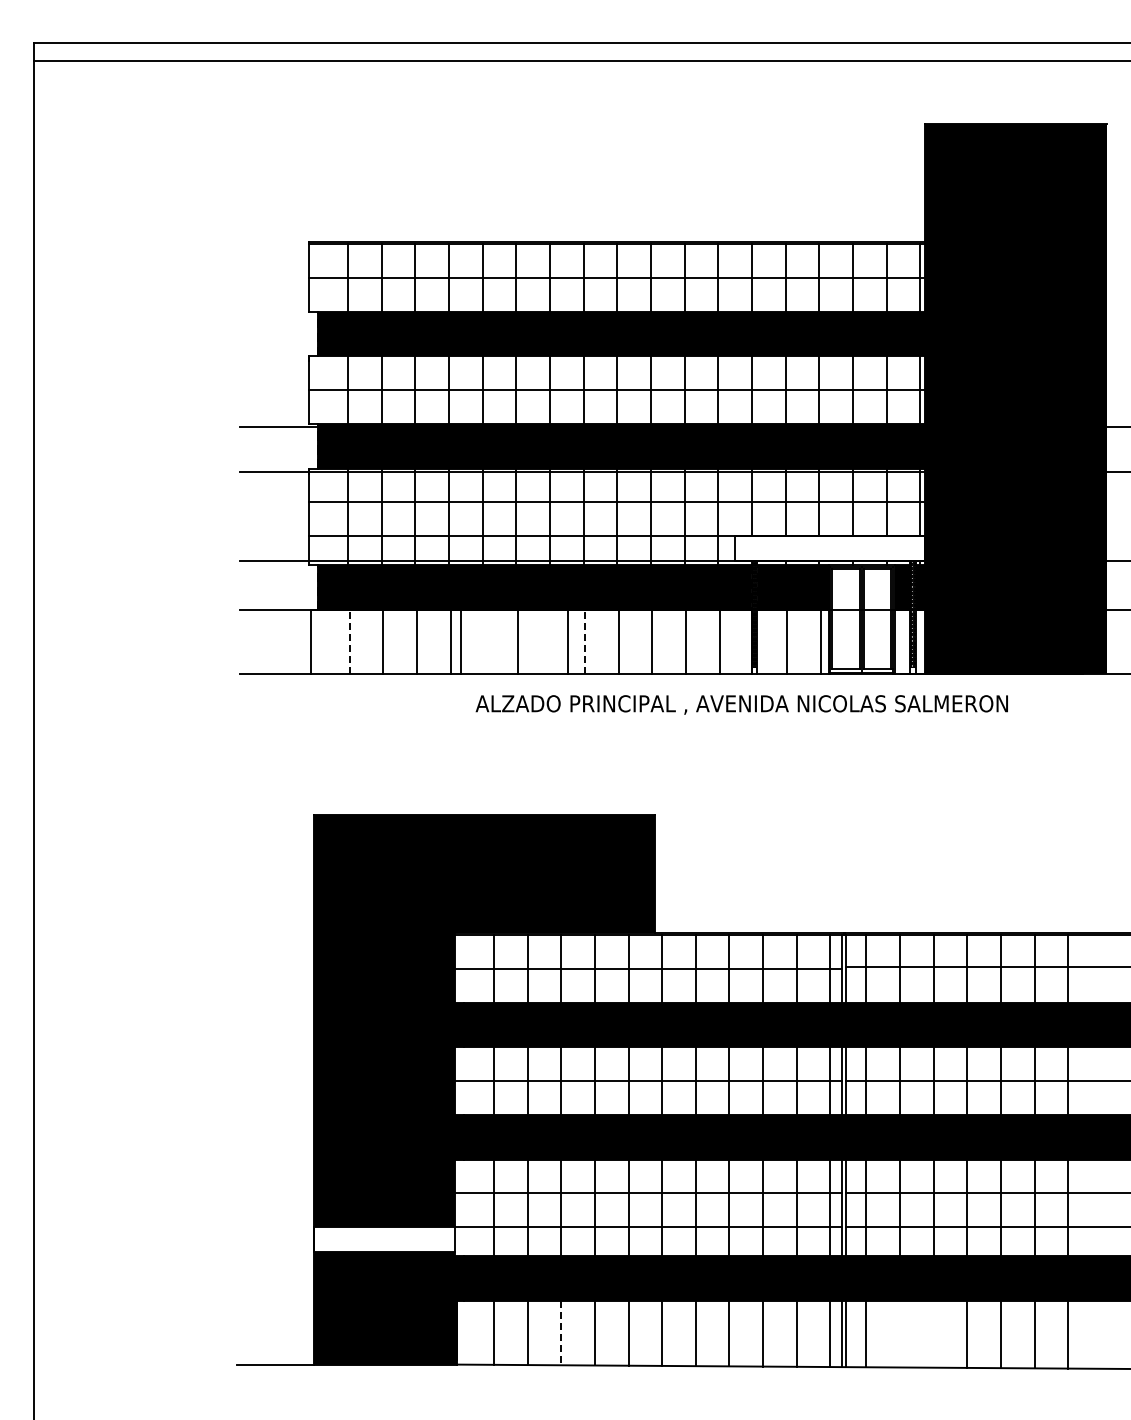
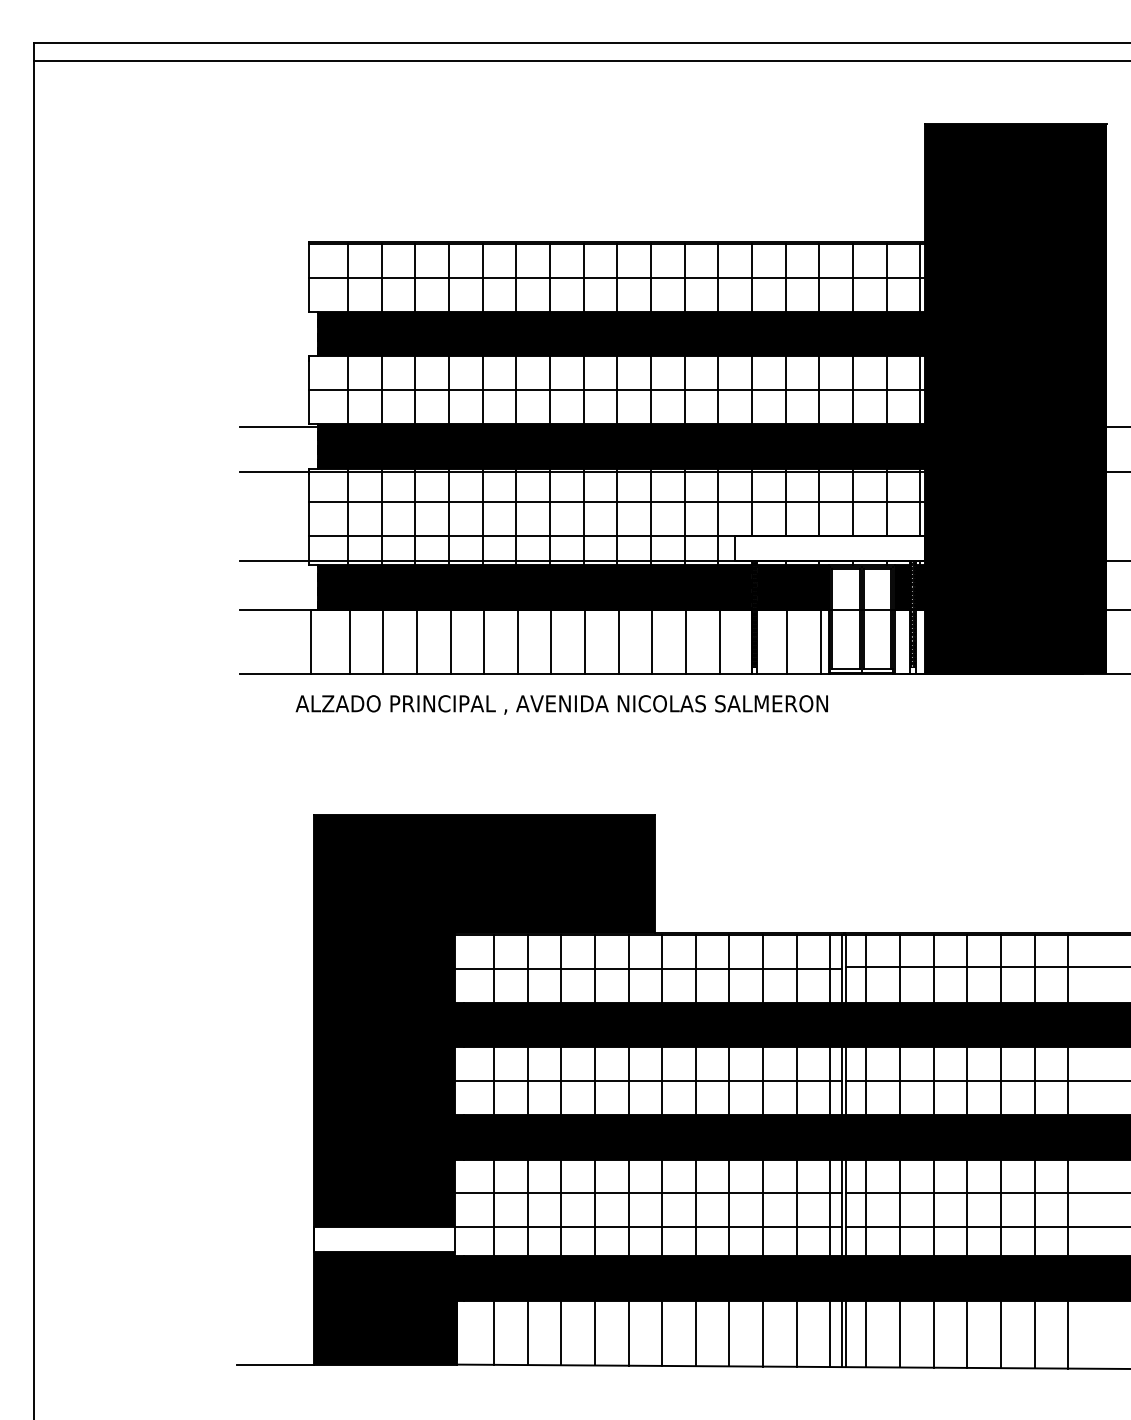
line at (349, 641): dashed -> solid
line at (461, 641) position: (461, 641) -> (484, 641)
line at (568, 641) position: (568, 641) -> (551, 641)
line at (585, 641): dashed -> solid
text at (741, 704) position: (741, 704) -> (561, 704)
line at (561, 1333): dashed -> solid
line at (900, 1334): none -> present
line at (933, 1334): none -> present
